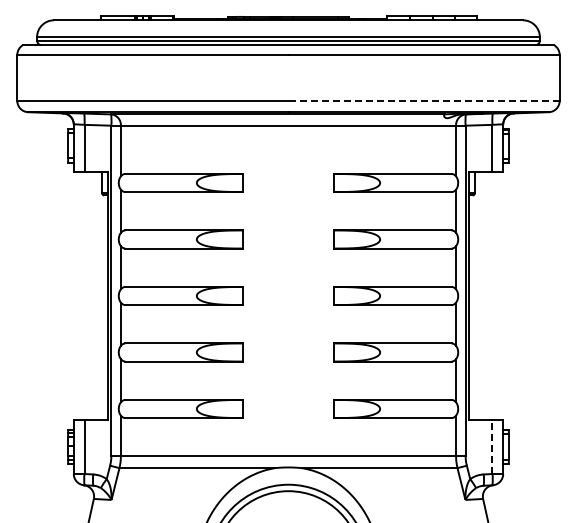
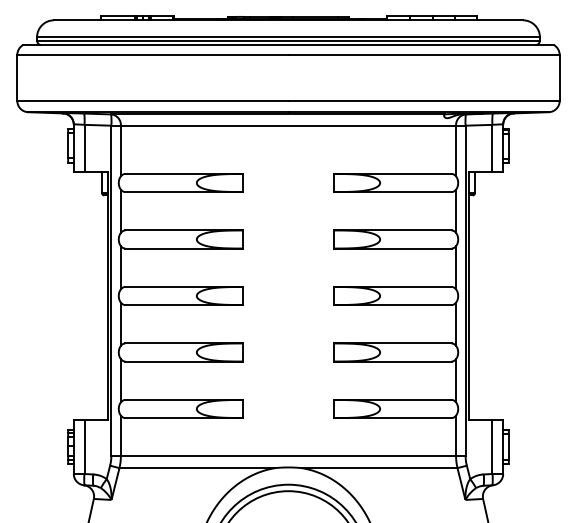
line at (424, 100): dashed -> solid
line at (492, 447): dashed -> solid
